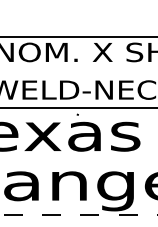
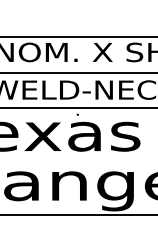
line at (78, 72): none -> present
line at (79, 215): dashed -> solid
